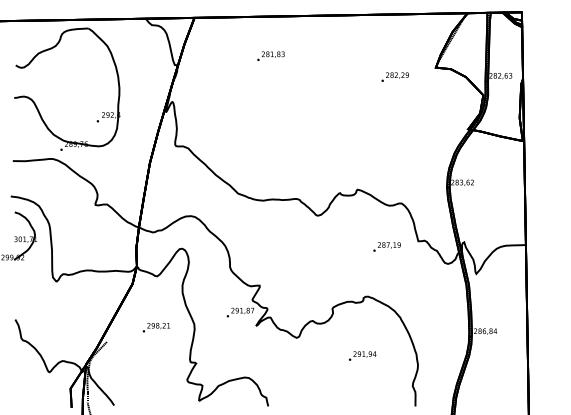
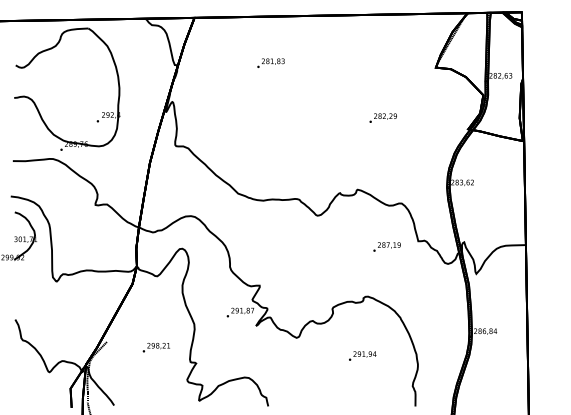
text at (270, 55) position: (270, 55) -> (270, 62)
text at (394, 76) position: (394, 76) -> (382, 117)
text at (155, 327) position: (155, 327) -> (155, 347)
